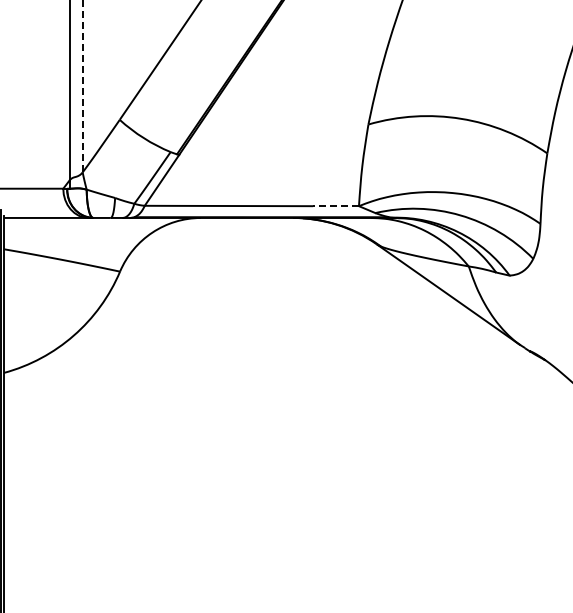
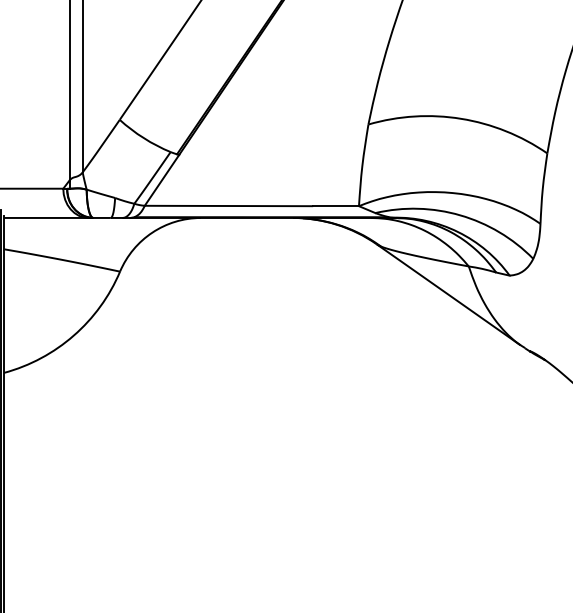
line at (82, 86): dashed -> solid
line at (336, 206): dashed -> solid
